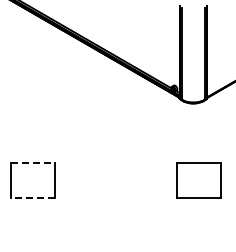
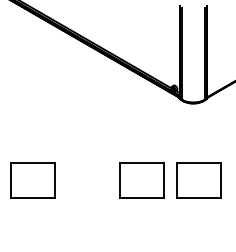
line at (33, 162): dashed -> solid
part at (141, 180): none -> present
line at (33, 197): dashed -> solid
